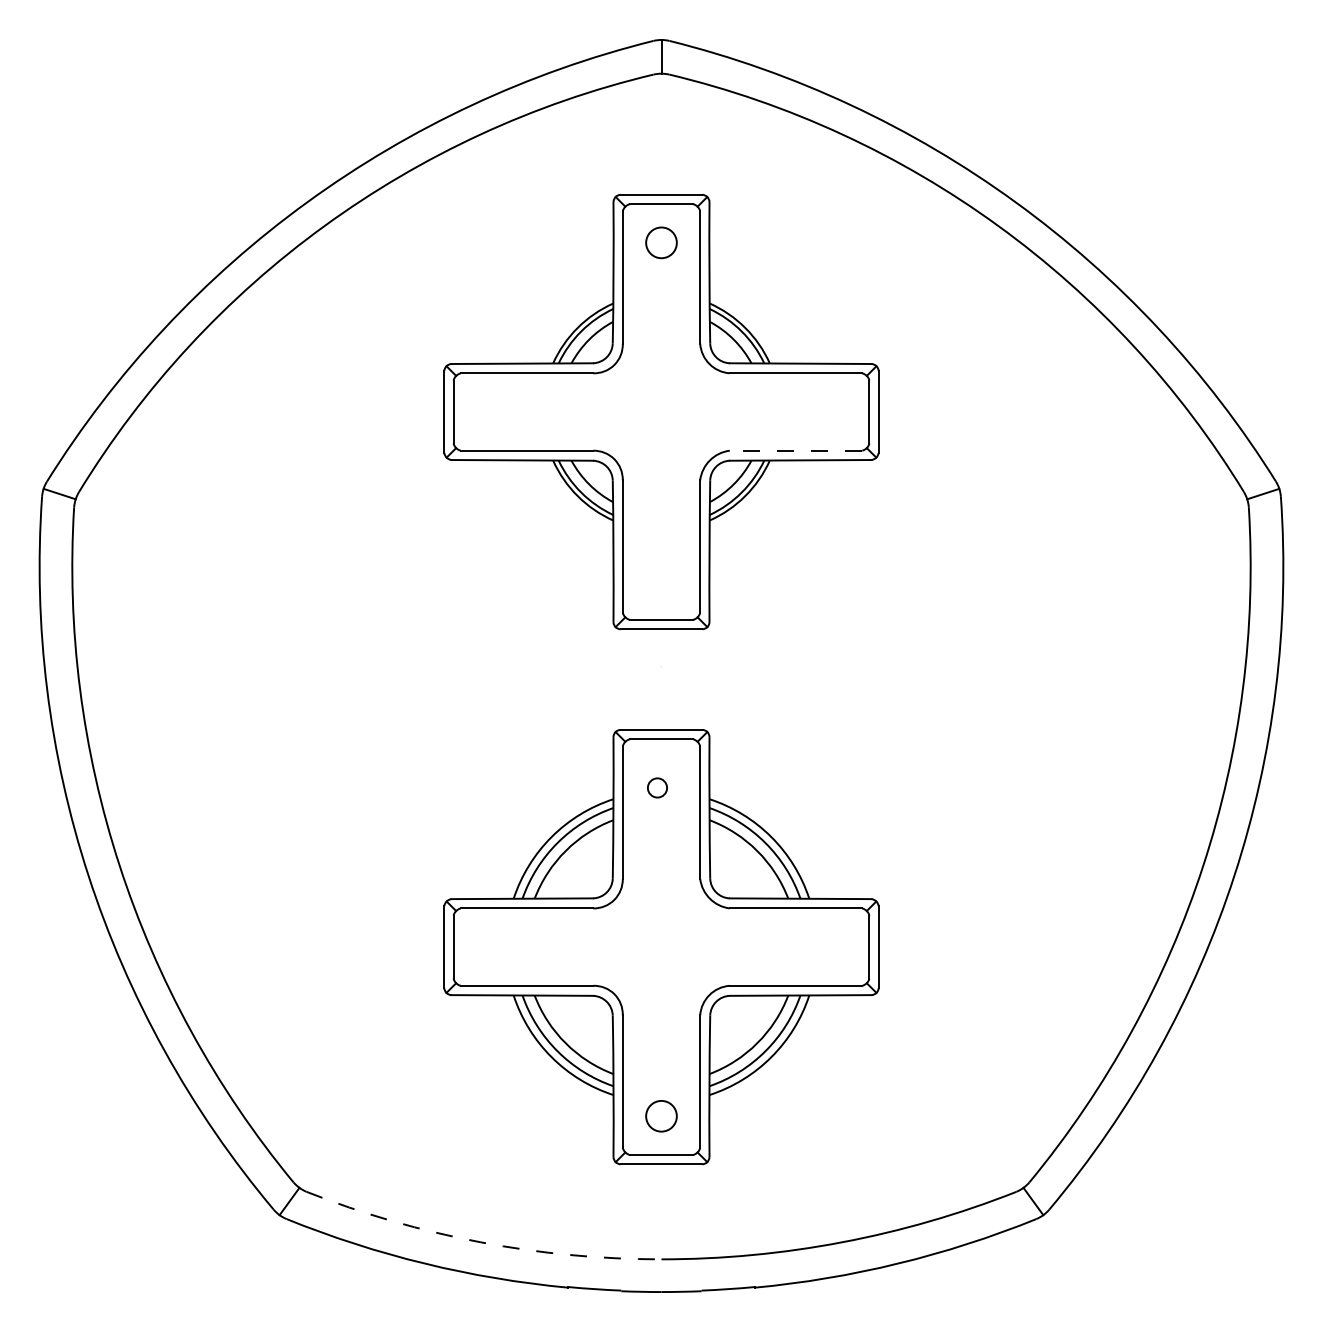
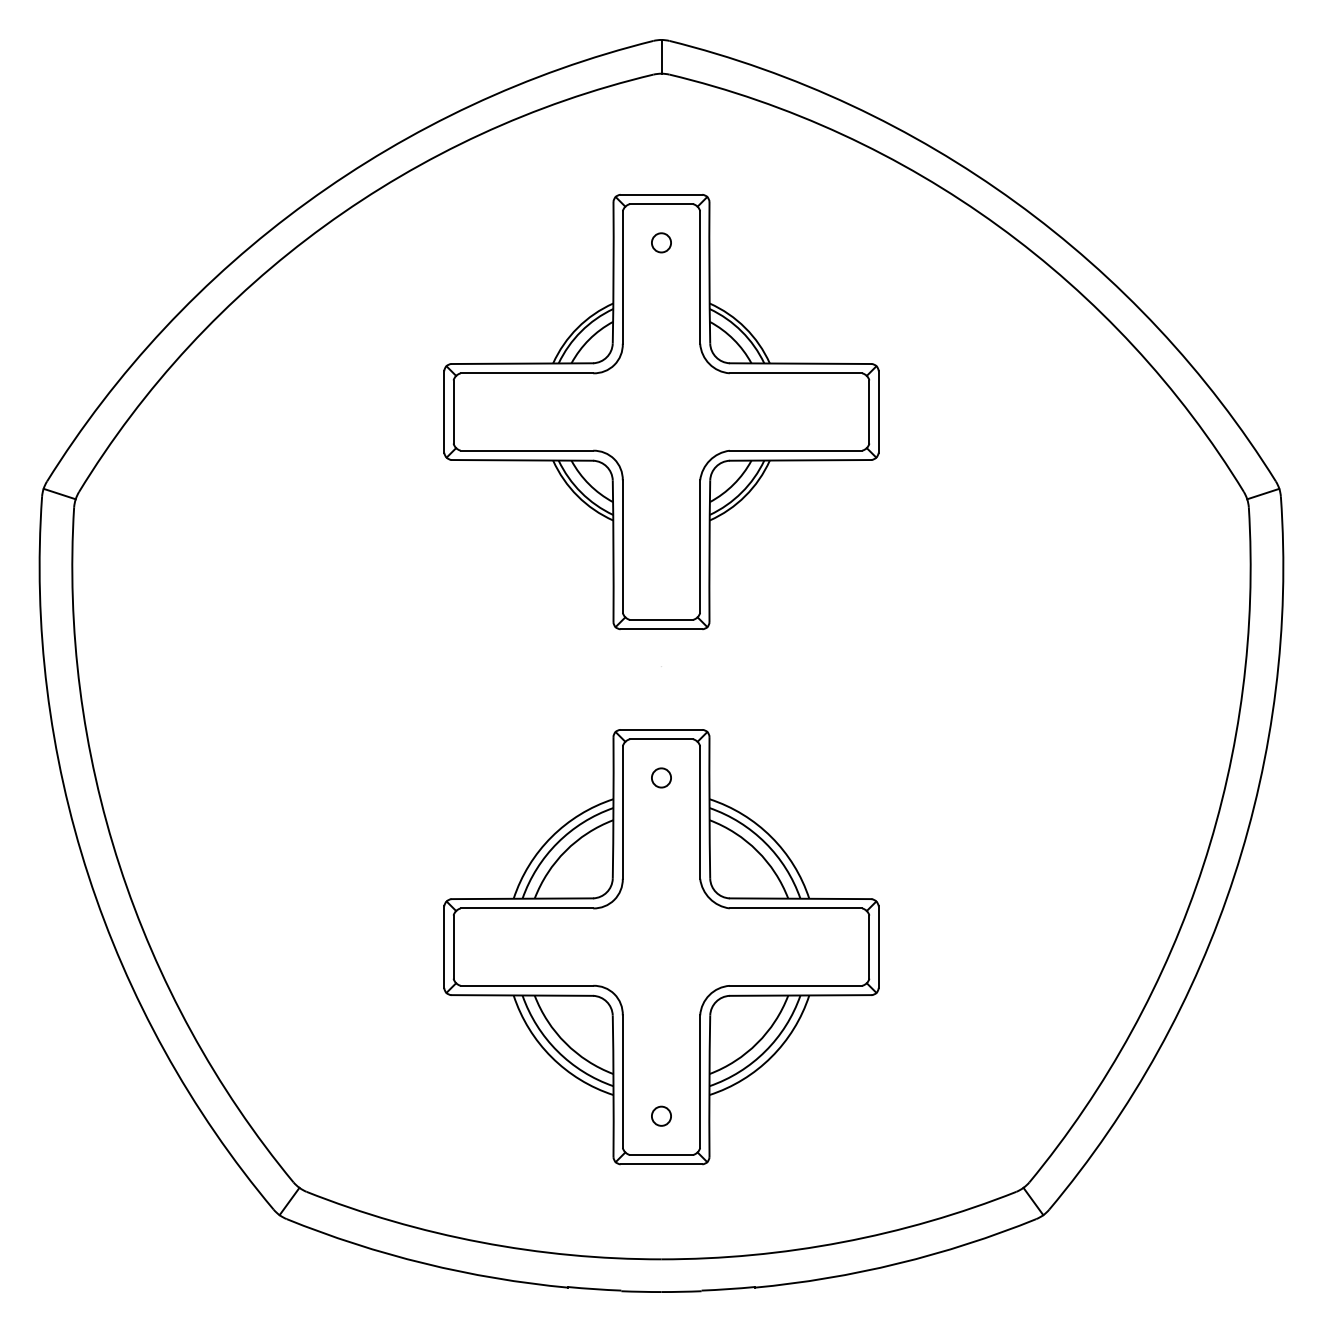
circle at (661, 242) diameter: 31 px -> 19 px
line at (795, 450): dashed -> solid
circle at (657, 787) position: (657, 787) -> (661, 777)
circle at (661, 1115) diameter: 31 px -> 19 px
arc at (480, 1242): dashed -> solid
